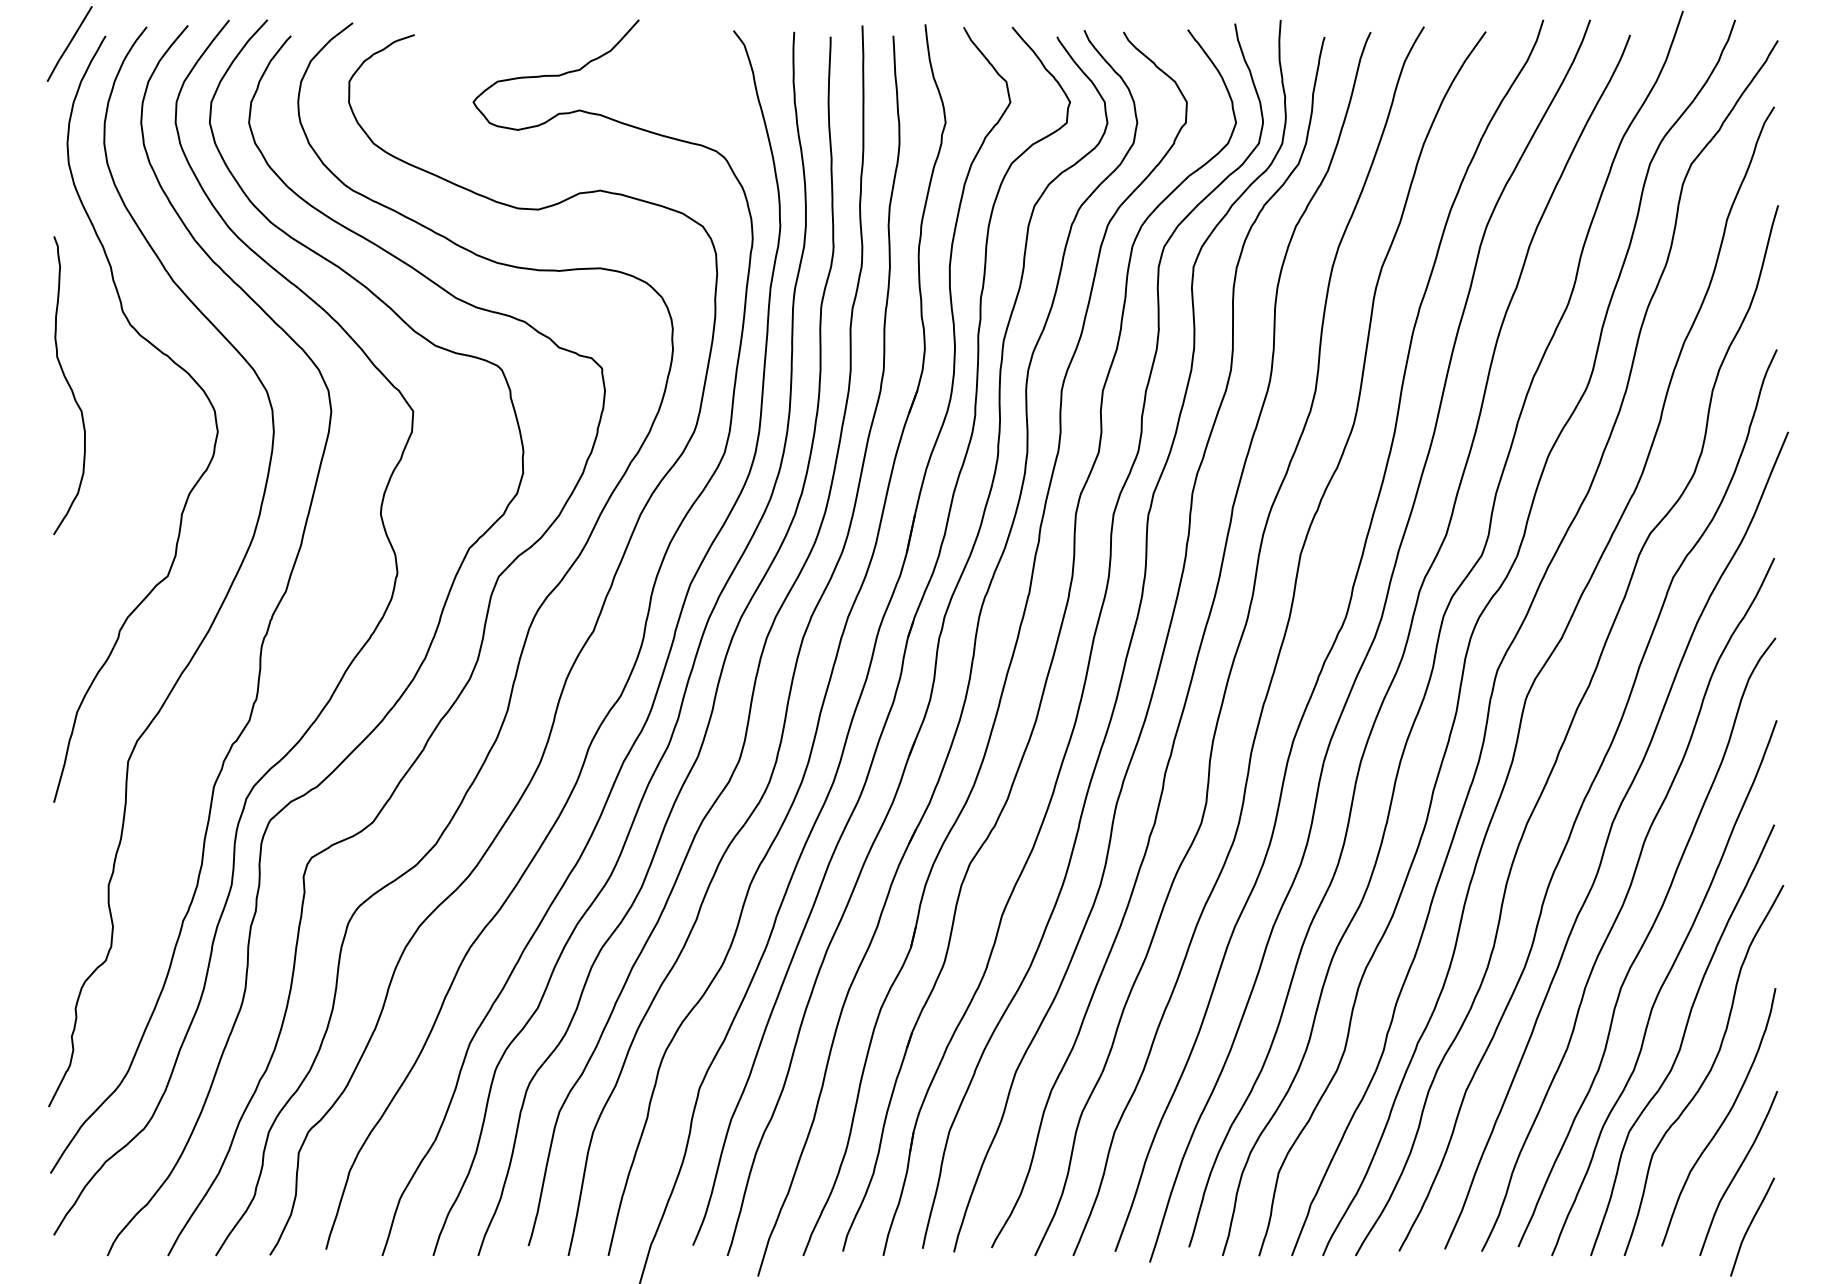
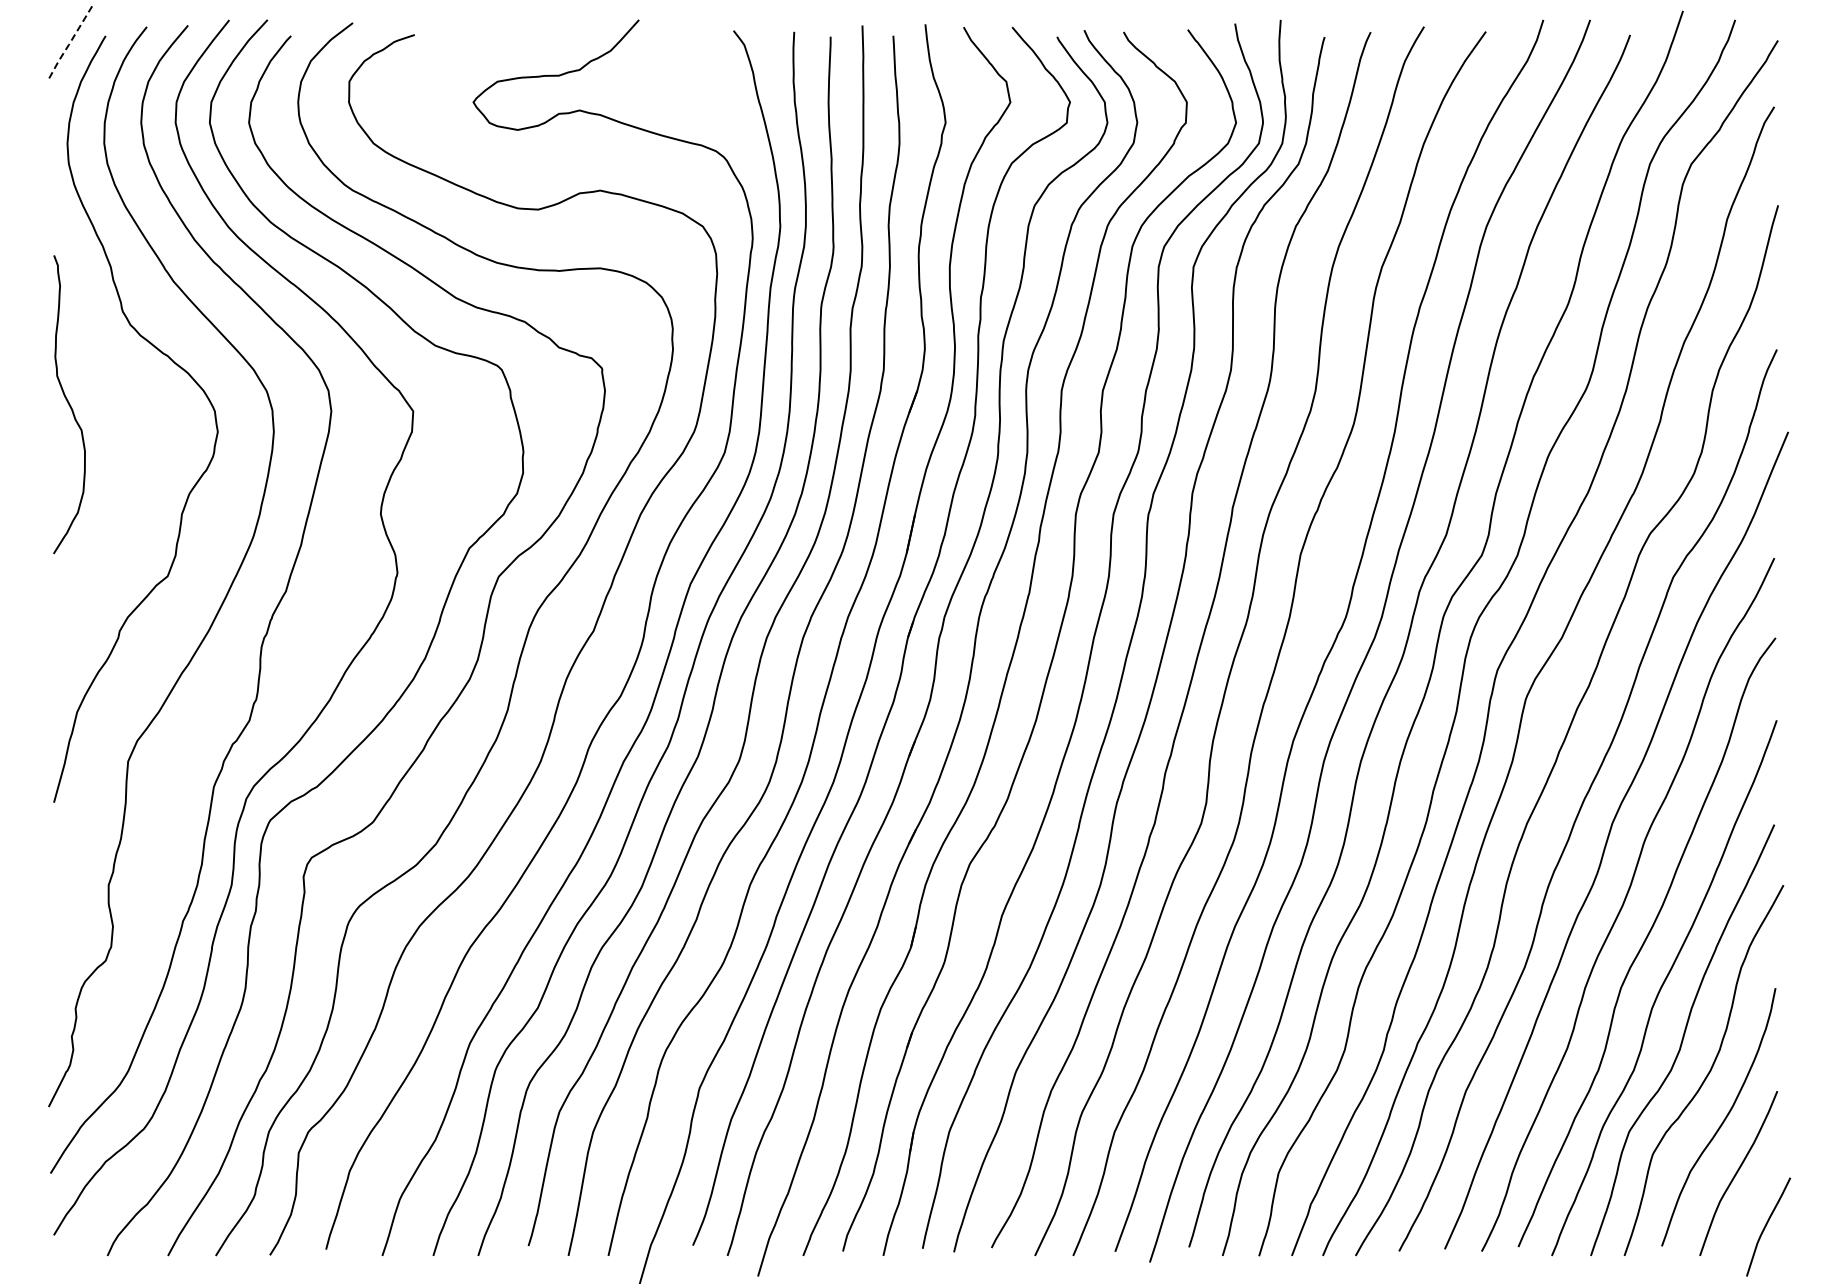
line at (68, 44): solid -> dashed
curve at (69, 385) position: (69, 385) -> (69, 404)
curve at (1750, 1226) position: (1750, 1226) -> (1766, 1226)
